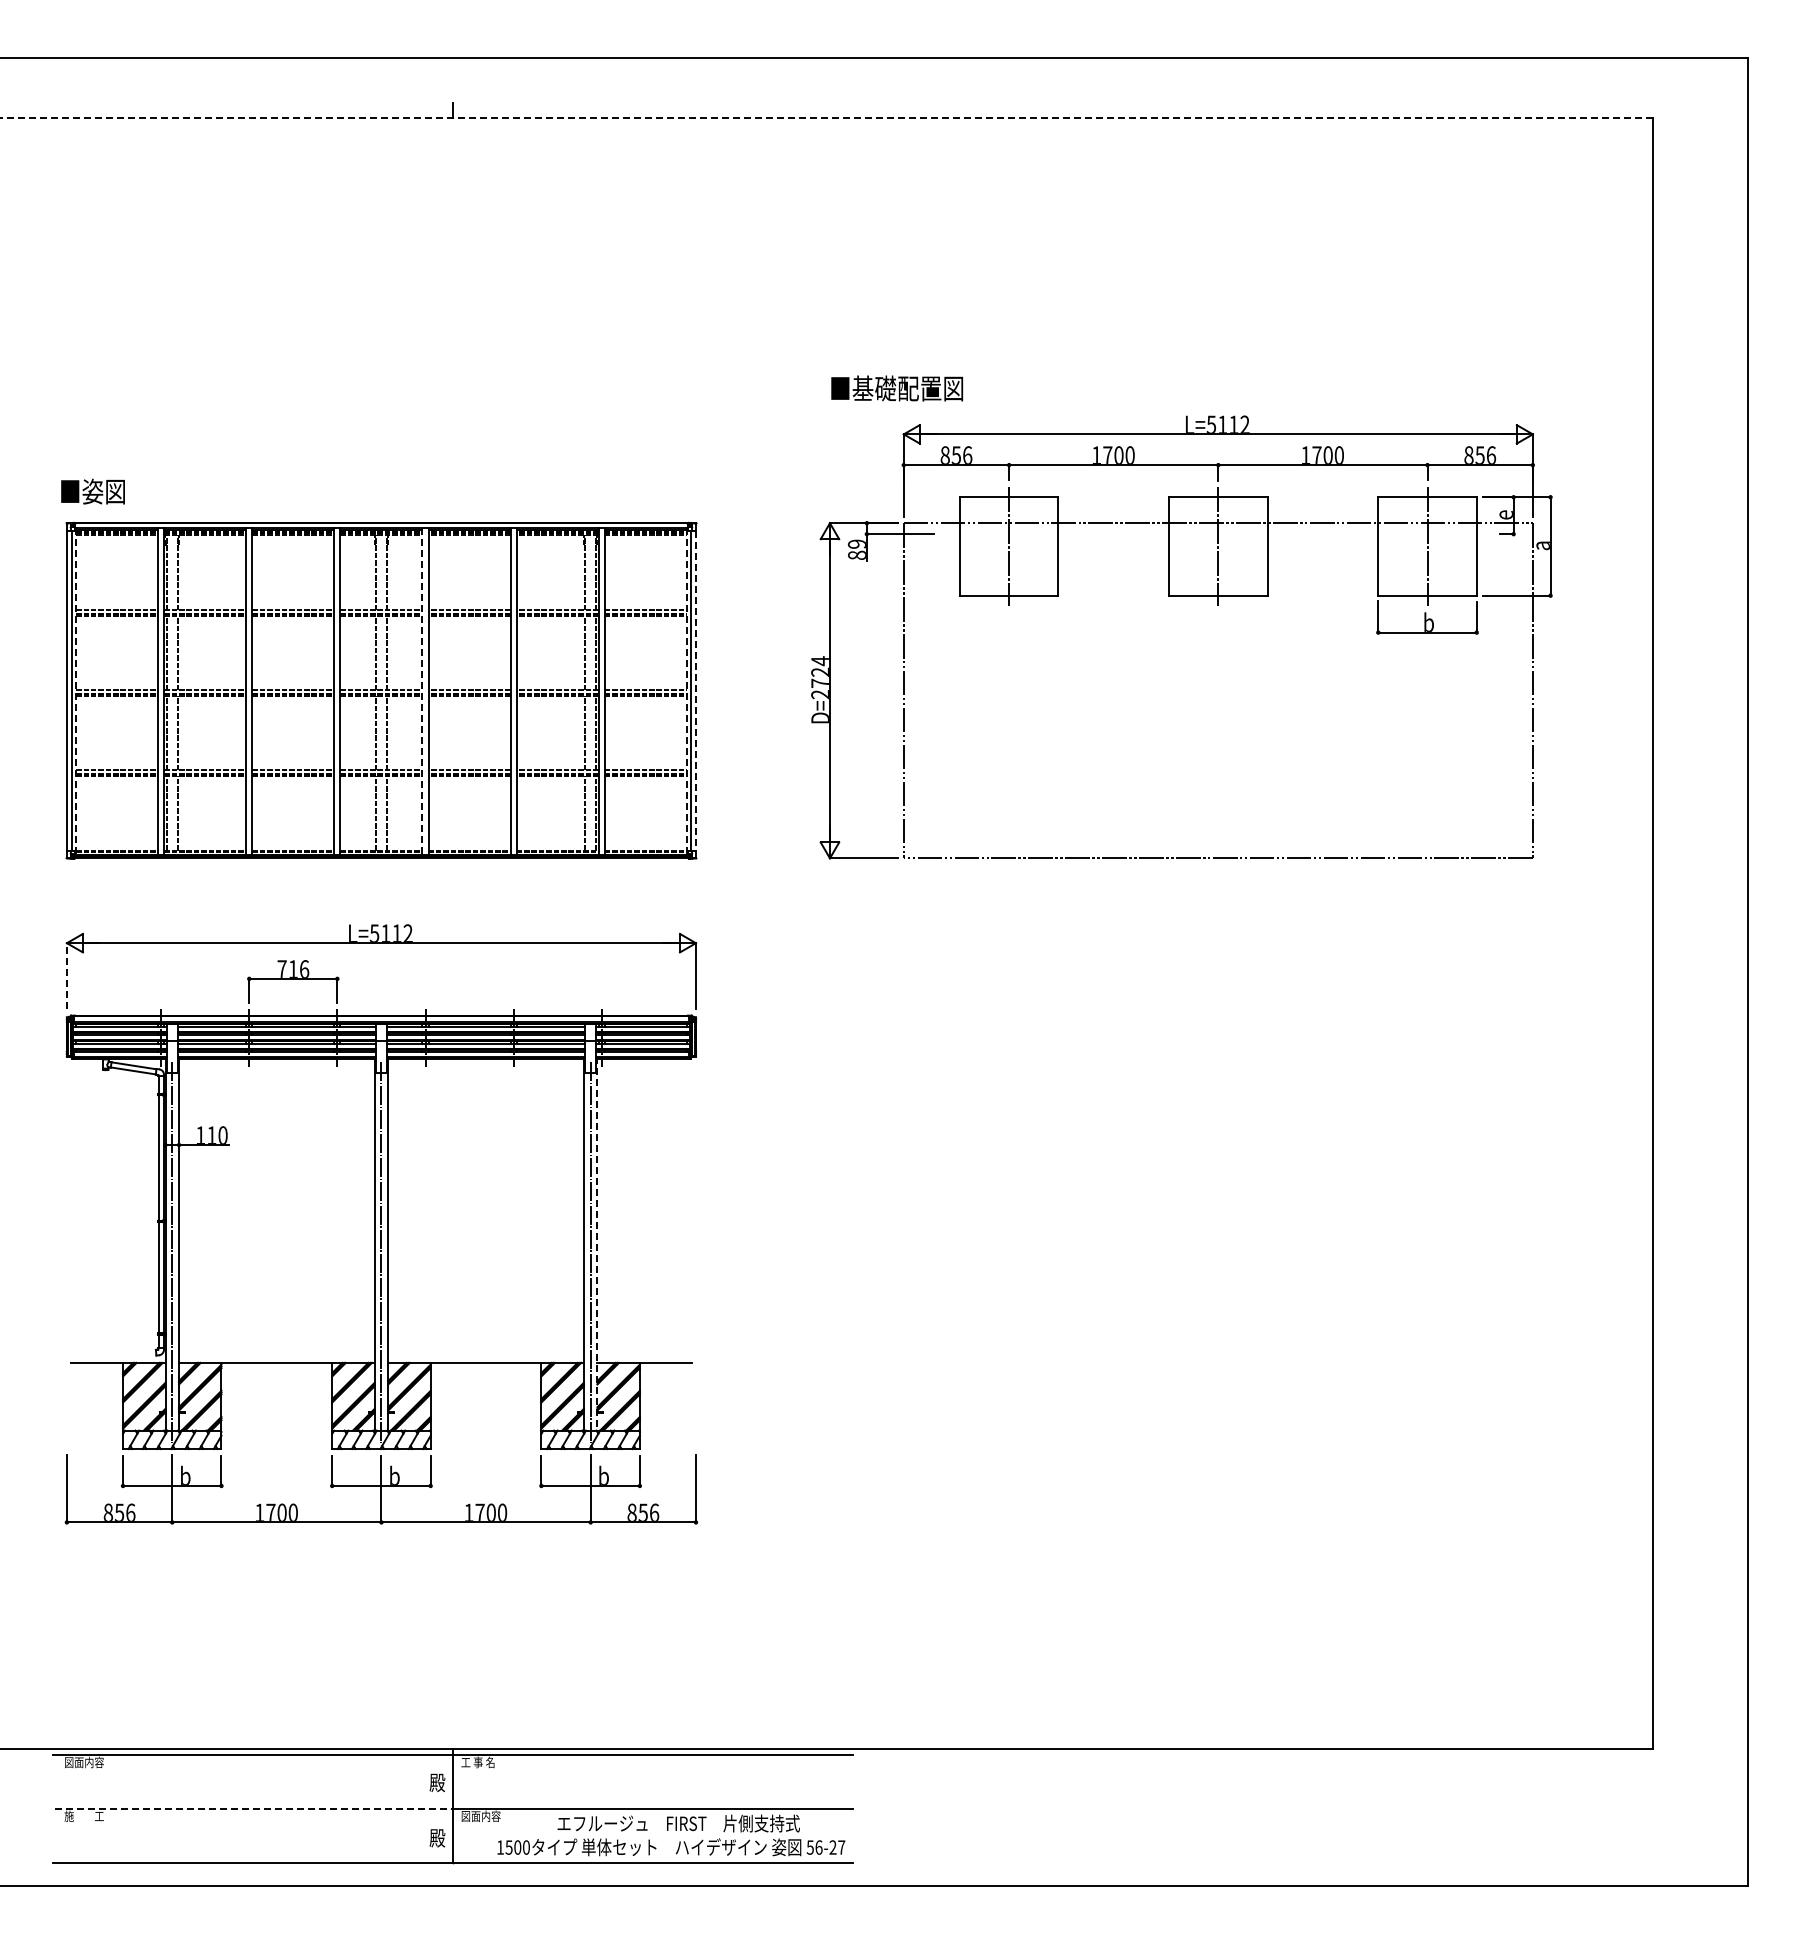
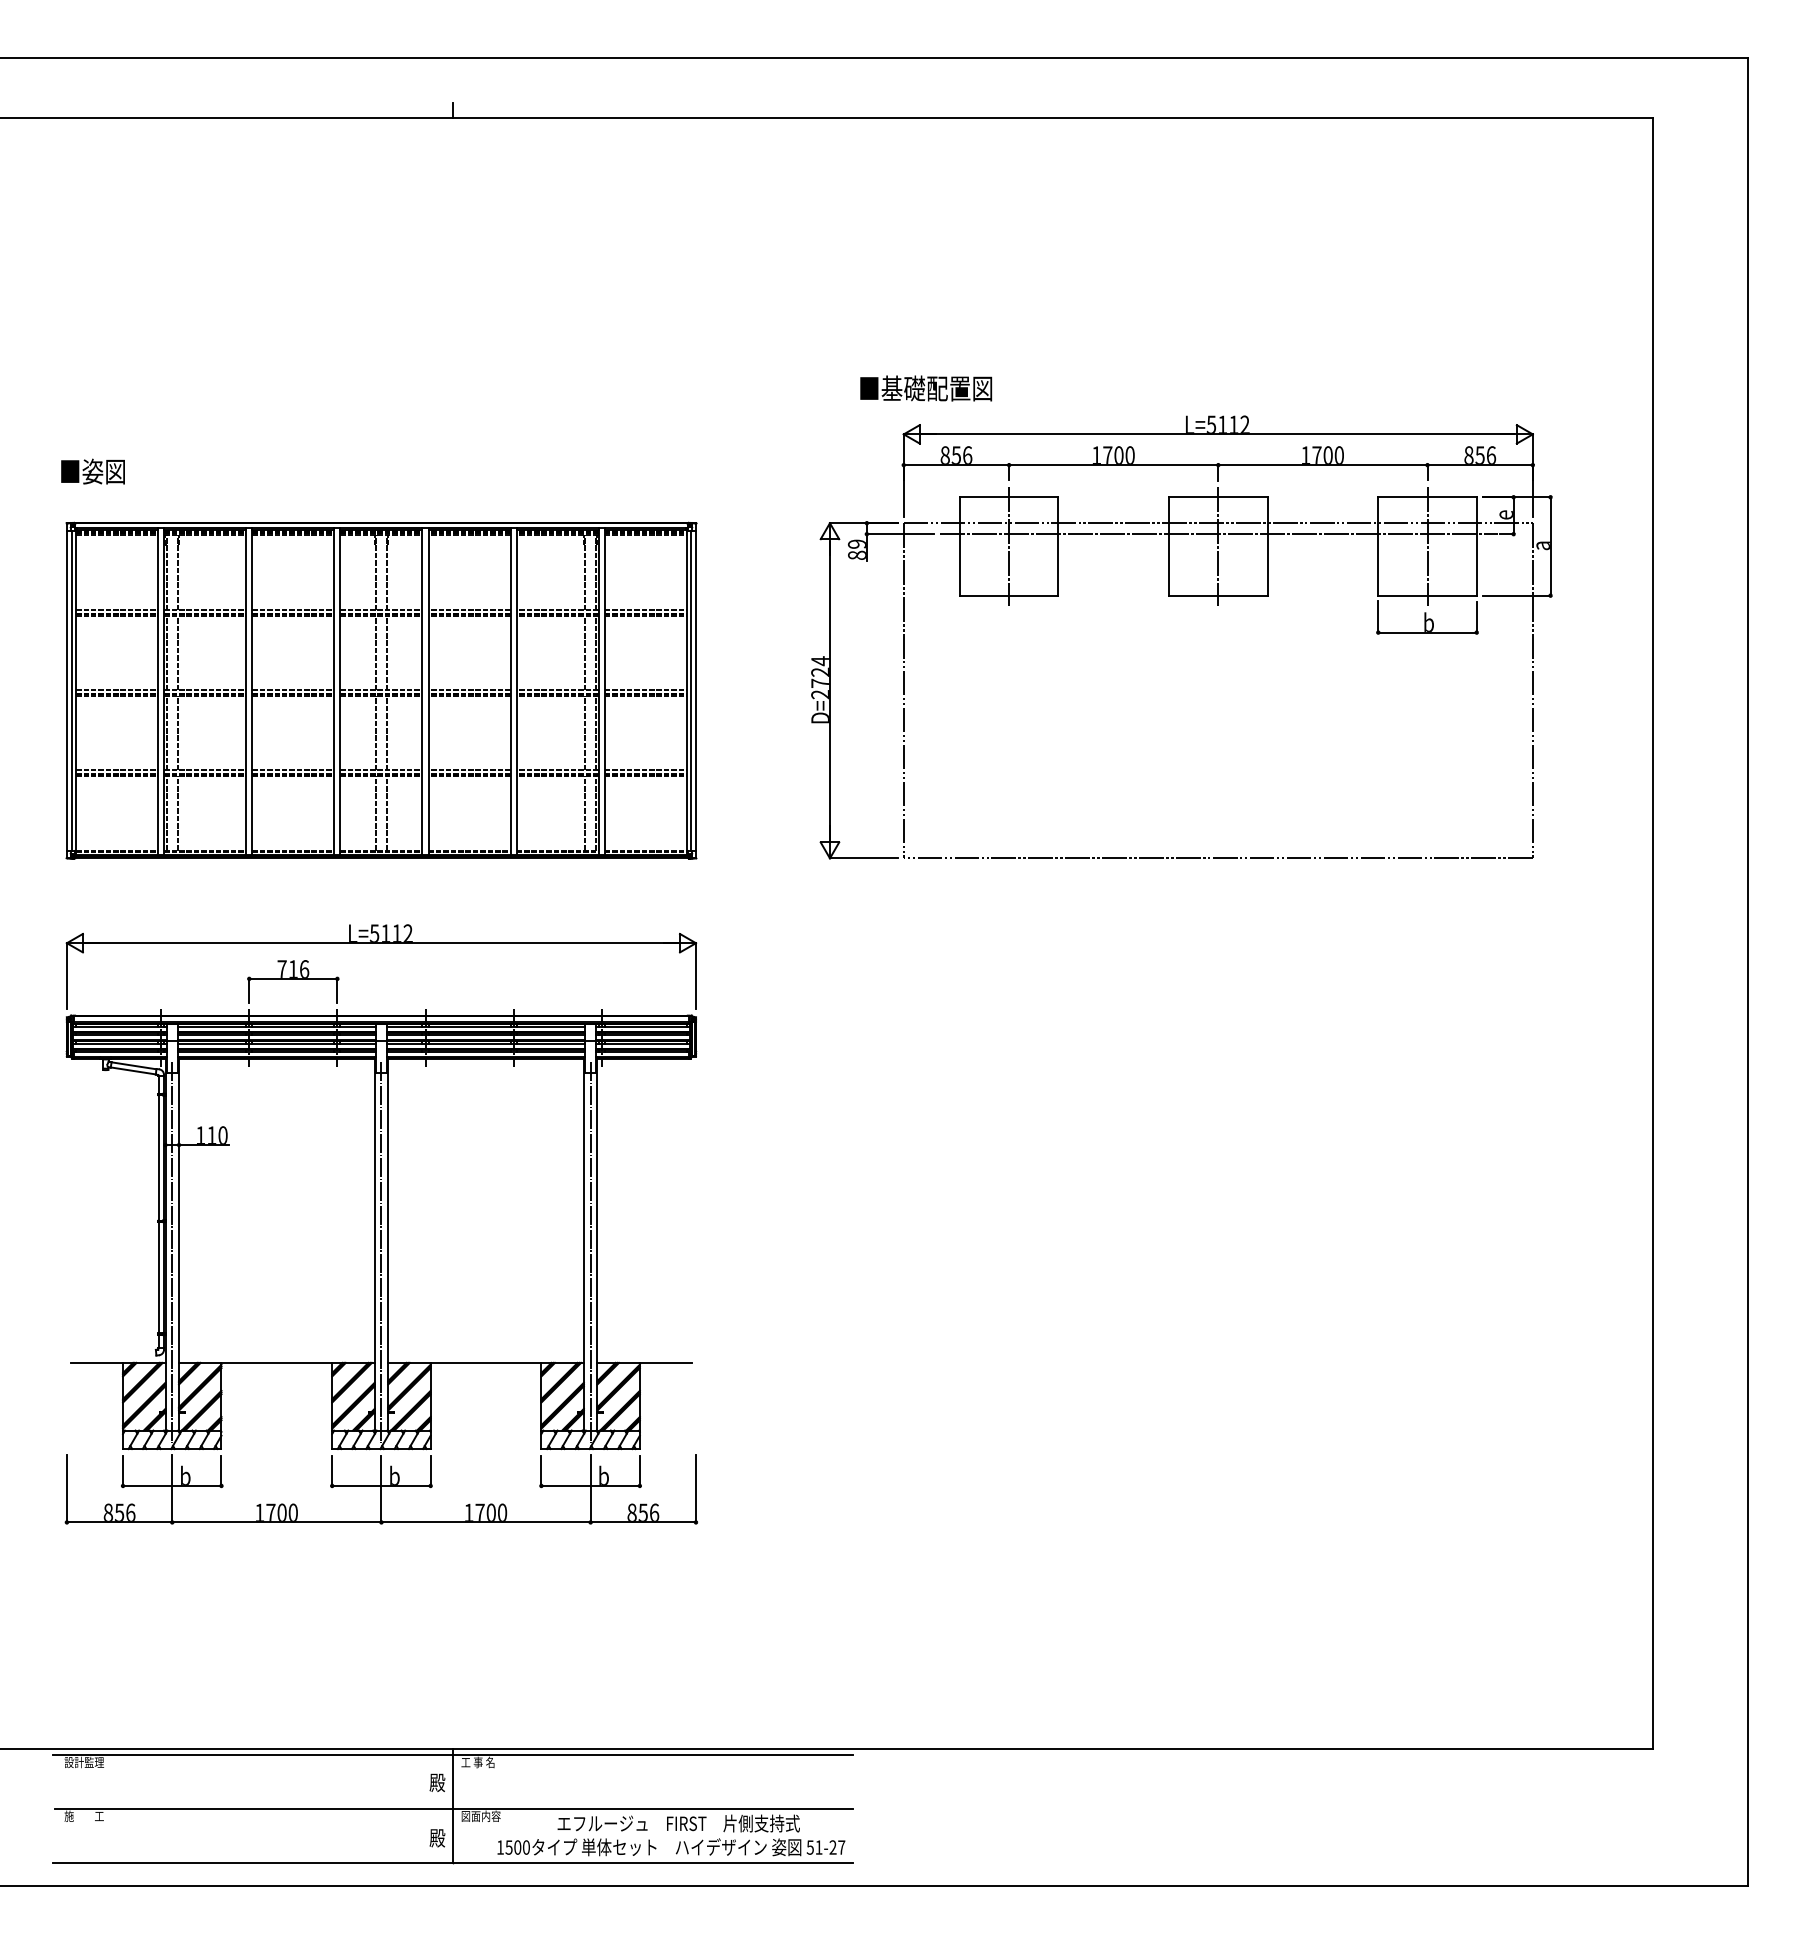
line at (826, 118): dashed -> solid
text at (897, 388) position: (897, 388) -> (926, 388)
text at (92, 491) position: (92, 491) -> (92, 471)
line at (1219, 534): none -> present
line at (422, 691): dashed -> solid
line at (695, 691): dashed -> solid
line at (76, 692): dashed -> solid
line at (686, 692): dashed -> solid
line at (66, 975): dashed -> solid
line at (597, 1243): dashed -> solid
text at (84, 1762): 図面内容 -> 設計監理
line at (254, 1808): dashed -> solid
text at (818, 1847): 56-27 -> 51-27
